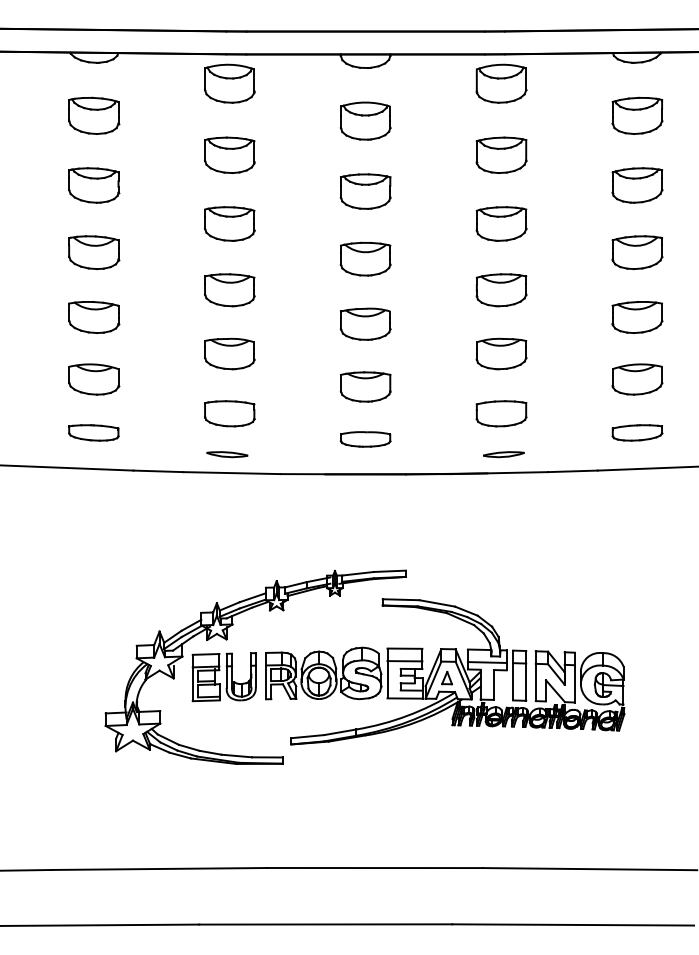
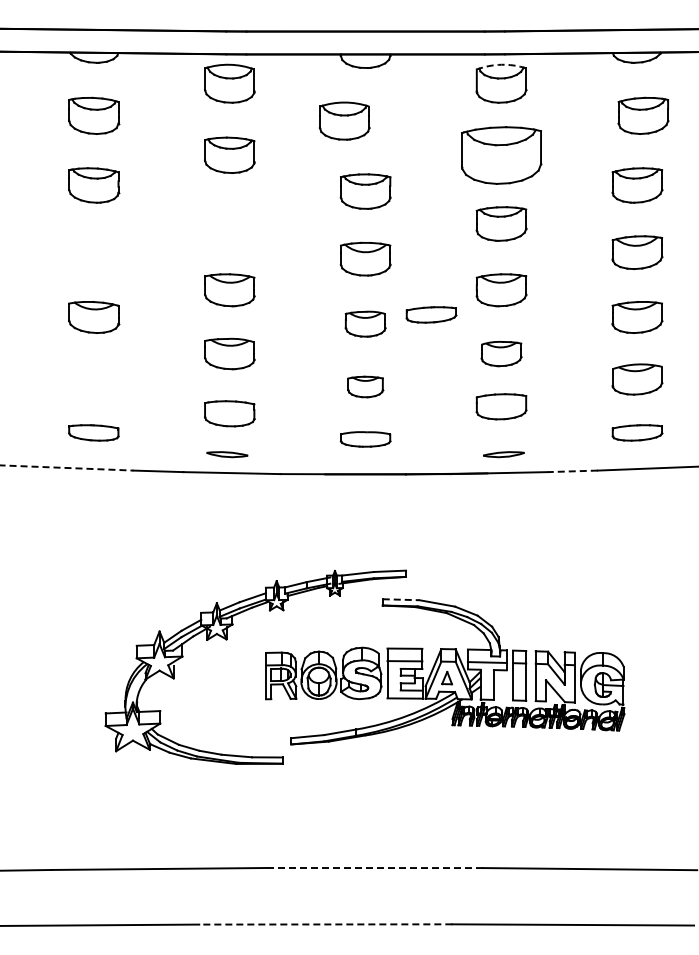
arc at (501, 64): solid -> dashed
part at (637, 115) position: (637, 115) -> (643, 115)
part at (365, 120) position: (365, 120) -> (344, 120)
part at (501, 154) size: 53x38 px -> 82x59 px
part at (229, 223): present -> none
part at (94, 252): present -> none
part at (431, 314): none -> present
part at (365, 323) size: 53x34 px -> 43x28 px
part at (501, 353) size: 53x34 px -> 43x27 px
part at (94, 379): present -> none
part at (365, 386) size: 53x32 px -> 38x24 px
part at (501, 413) position: (501, 413) -> (501, 406)
line at (66, 467): solid -> dashed
line at (572, 471): solid -> dashed
line at (401, 599): solid -> dashed
part at (223, 677): present -> none
line at (375, 868): solid -> dashed
line at (325, 924): solid -> dashed
